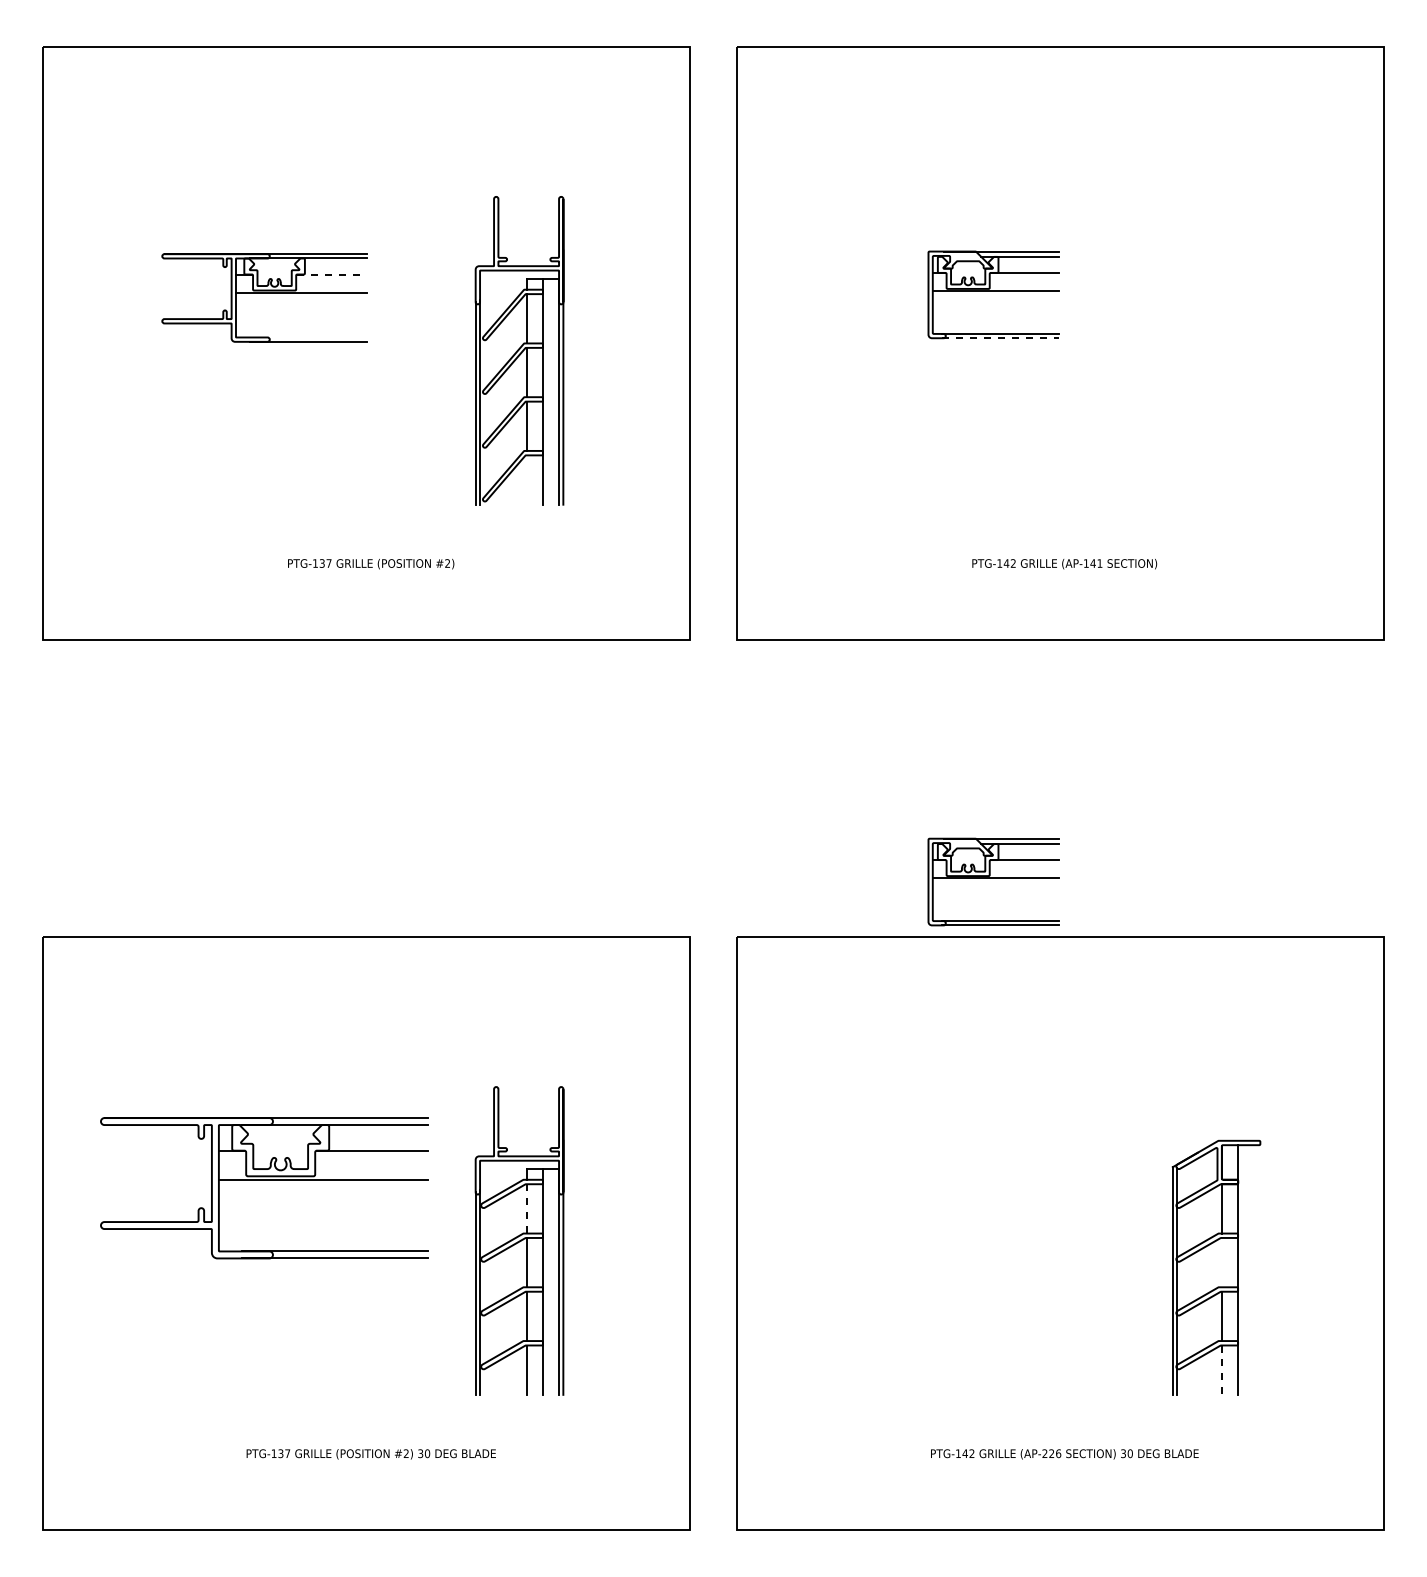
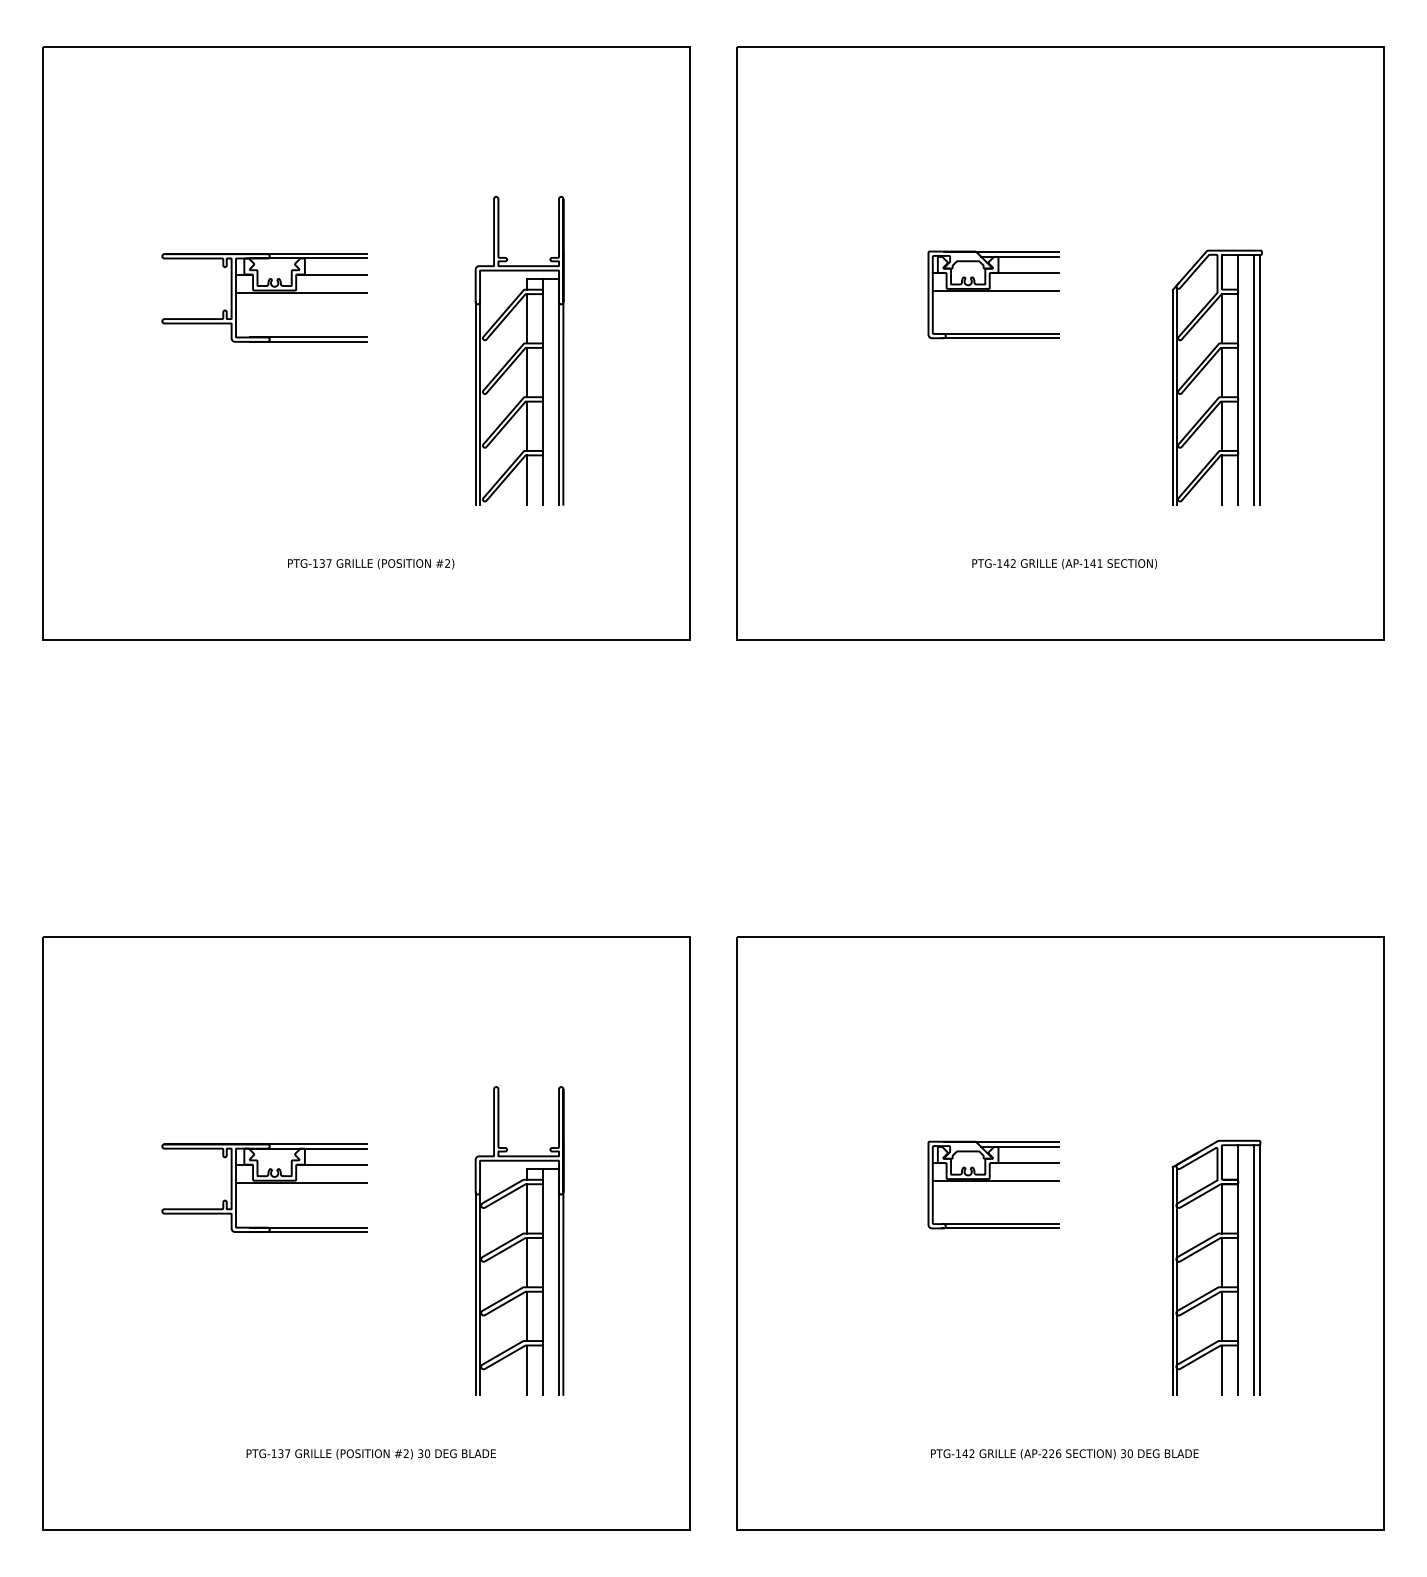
line at (332, 274): dashed -> solid
line at (308, 337): none -> present
line at (1000, 338): dashed -> solid
part at (1216, 377): none -> present
line at (527, 479): none -> present
part at (993, 881) position: (993, 881) -> (993, 1184)
part at (264, 1188) size: 329x143 px -> 207x90 px
line at (527, 1208): dashed -> solid
line at (1222, 1262): none -> present
line at (1254, 1269): none -> present
line at (1259, 1269): none -> present
line at (1222, 1370): dashed -> solid
